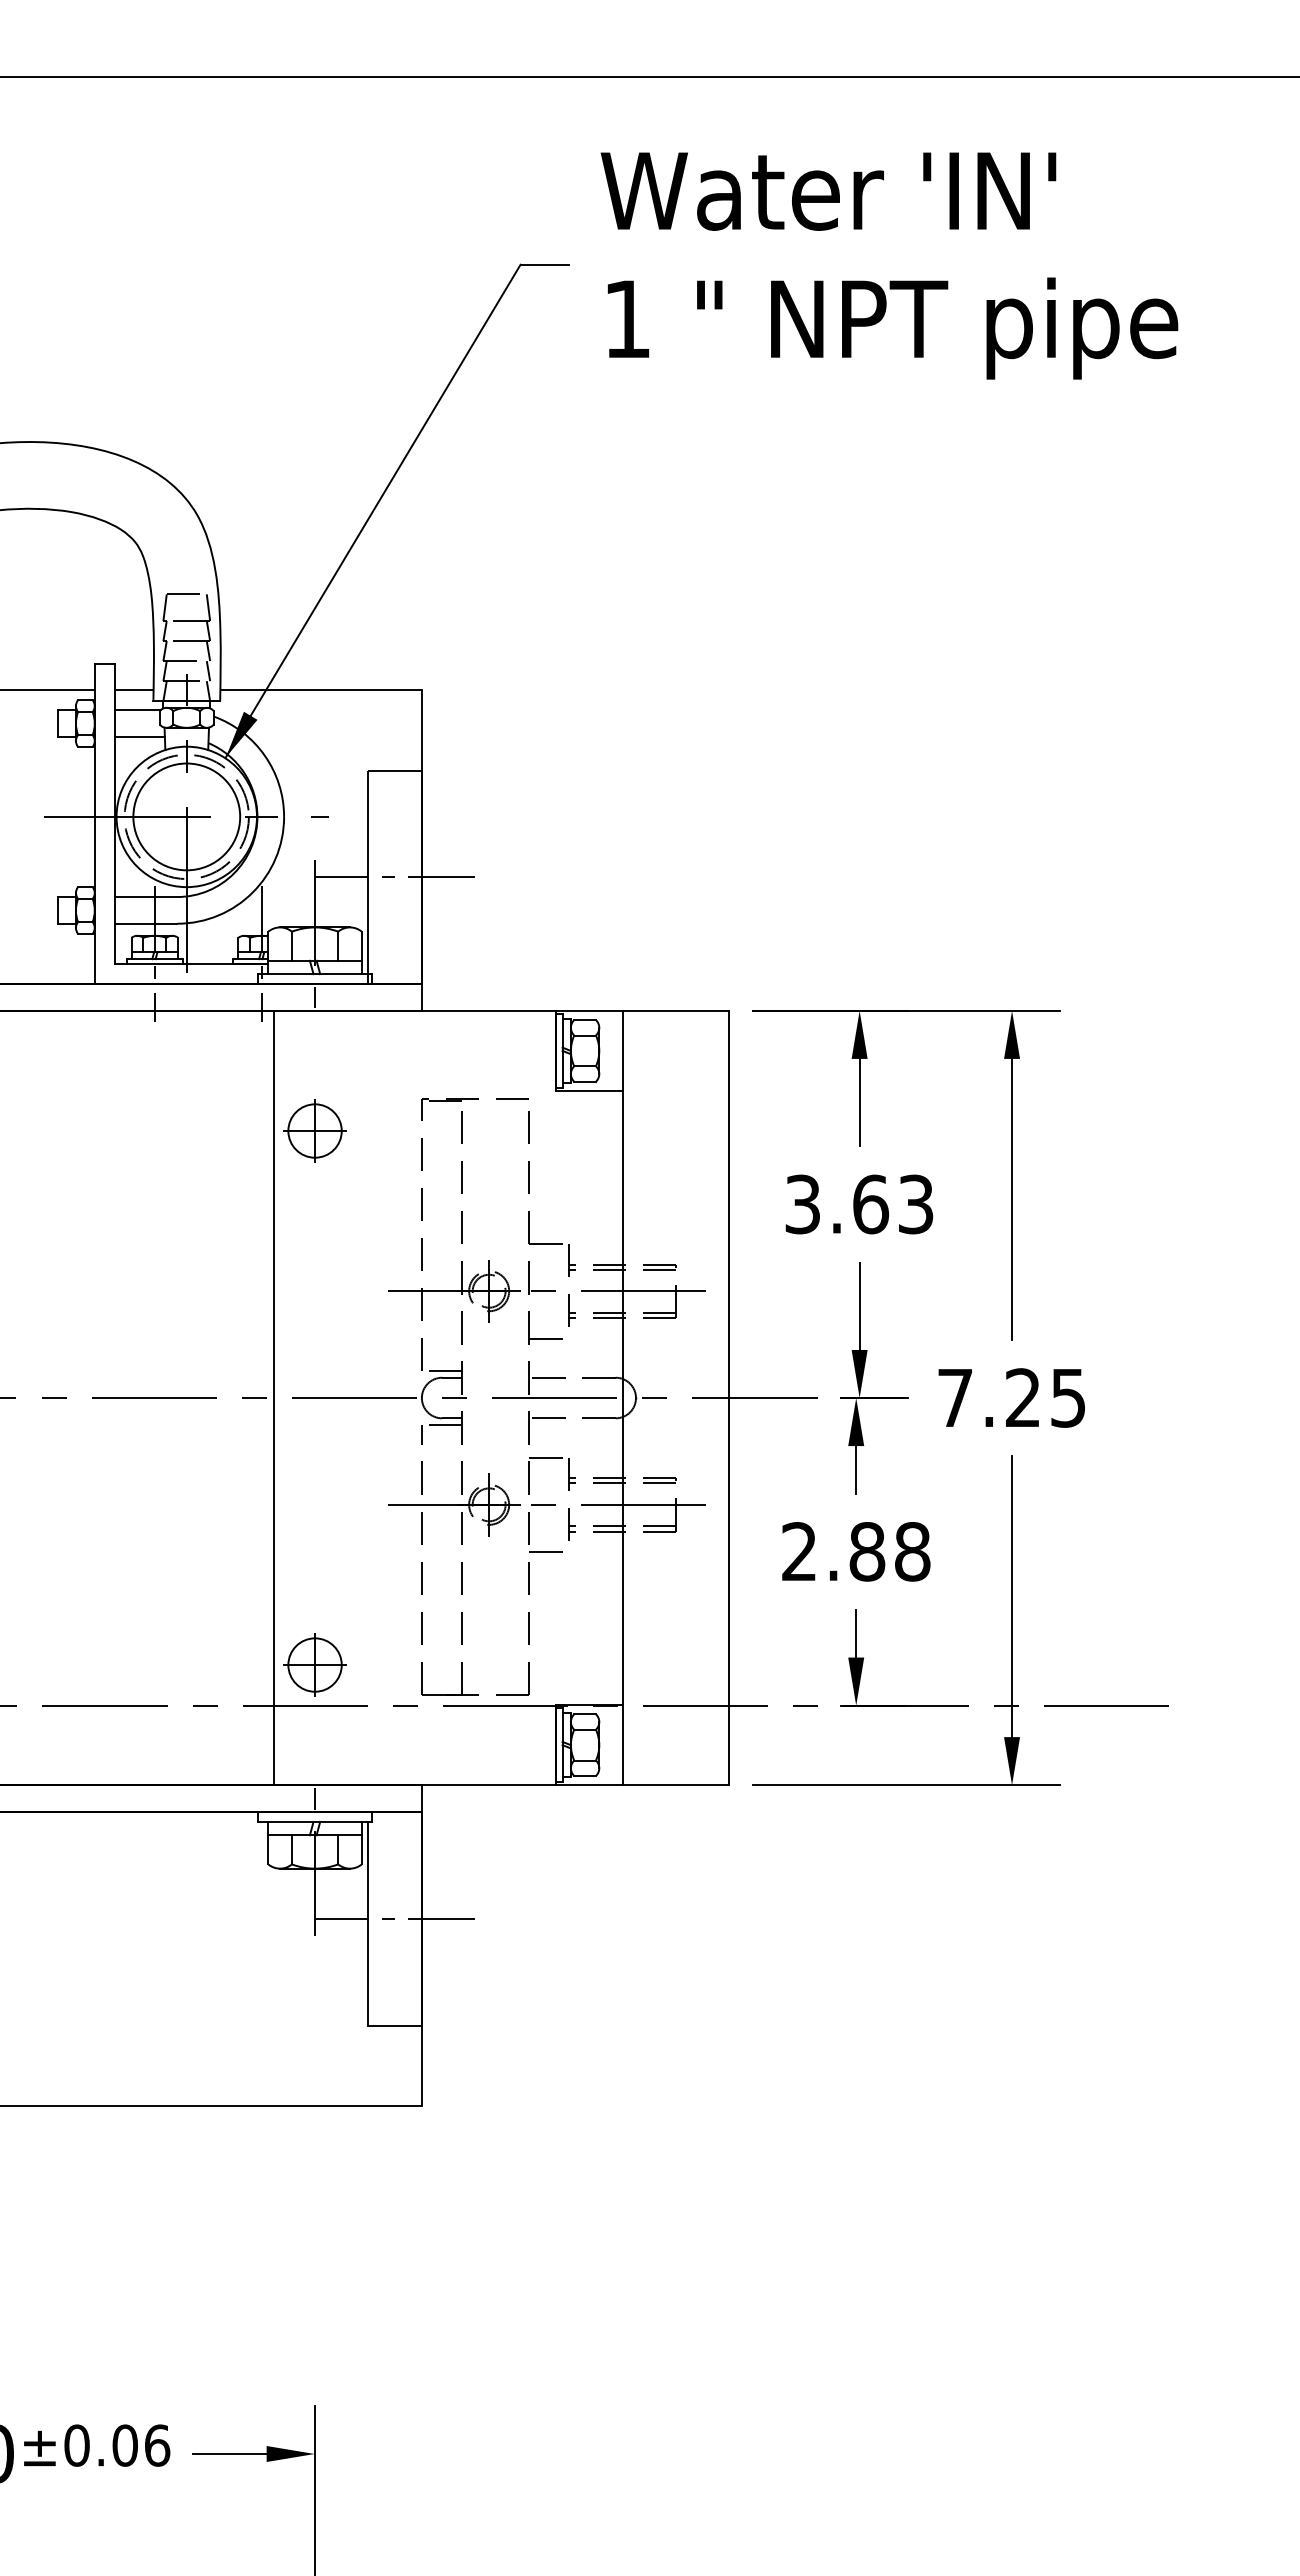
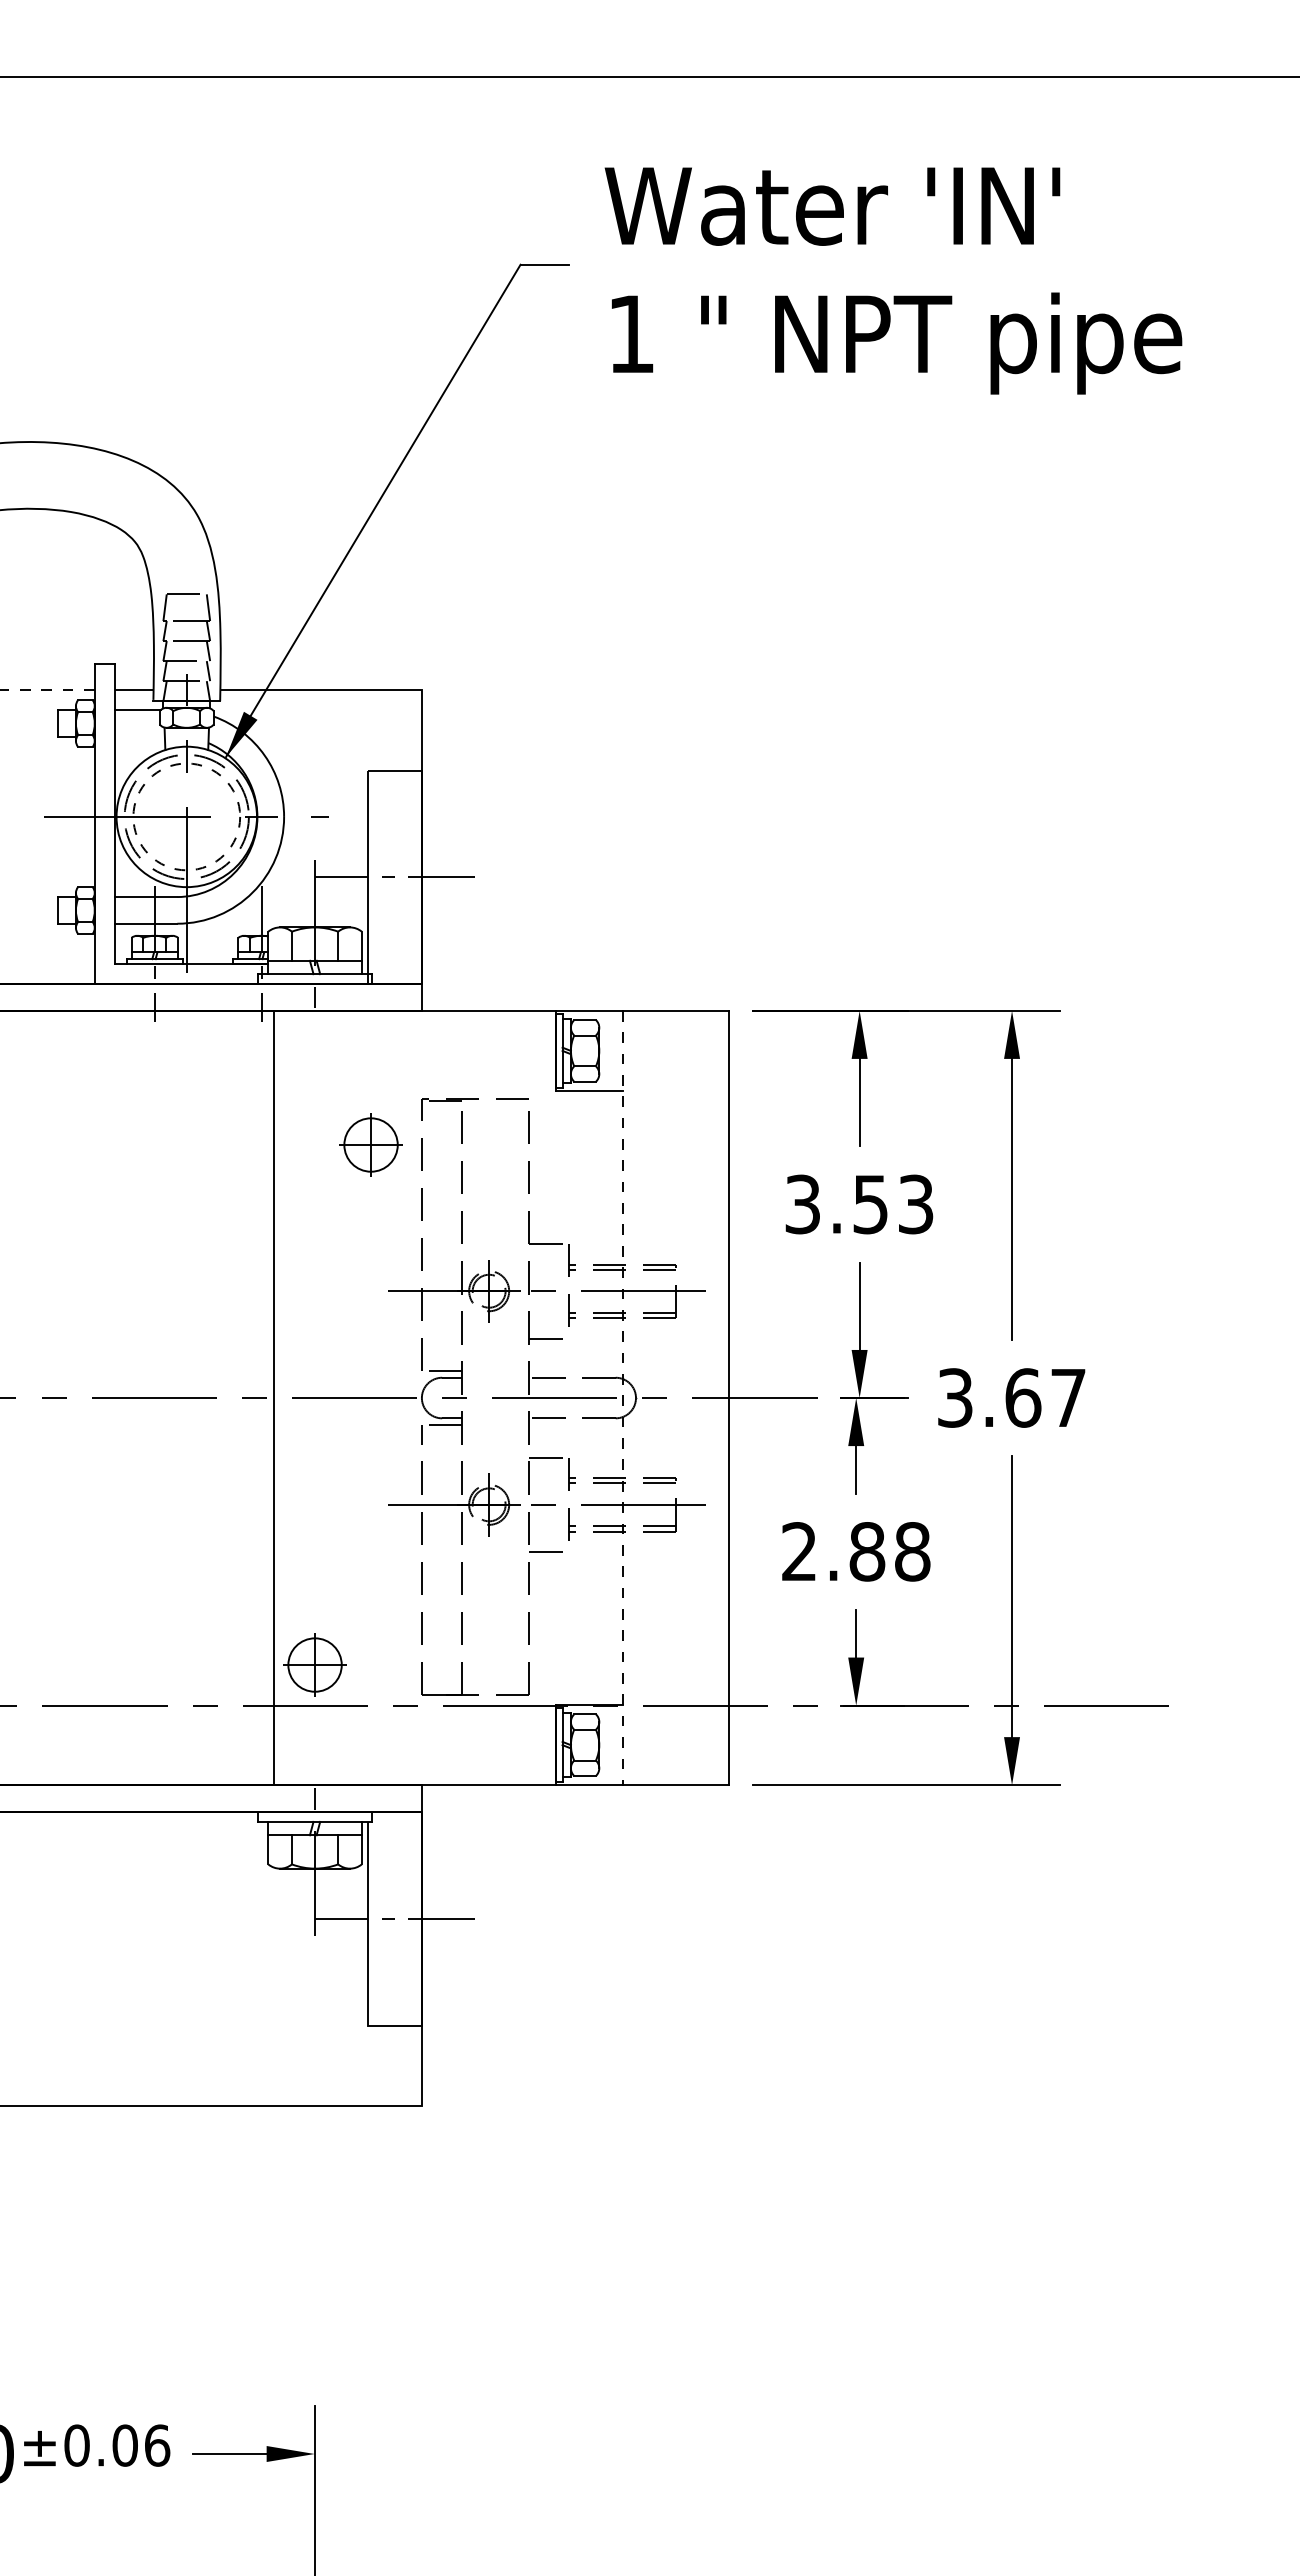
text at (889, 265) position: (889, 265) -> (893, 280)
line at (47, 690): solid -> dashed
line at (139, 736): present -> none
circle at (186, 816): solid -> dashed
part at (314, 1130) position: (314, 1130) -> (370, 1144)
text at (871, 1204): 3.63 -> 3.53
text at (1011, 1397): 7.25 -> 3.67
line at (622, 1398): solid -> dashed
